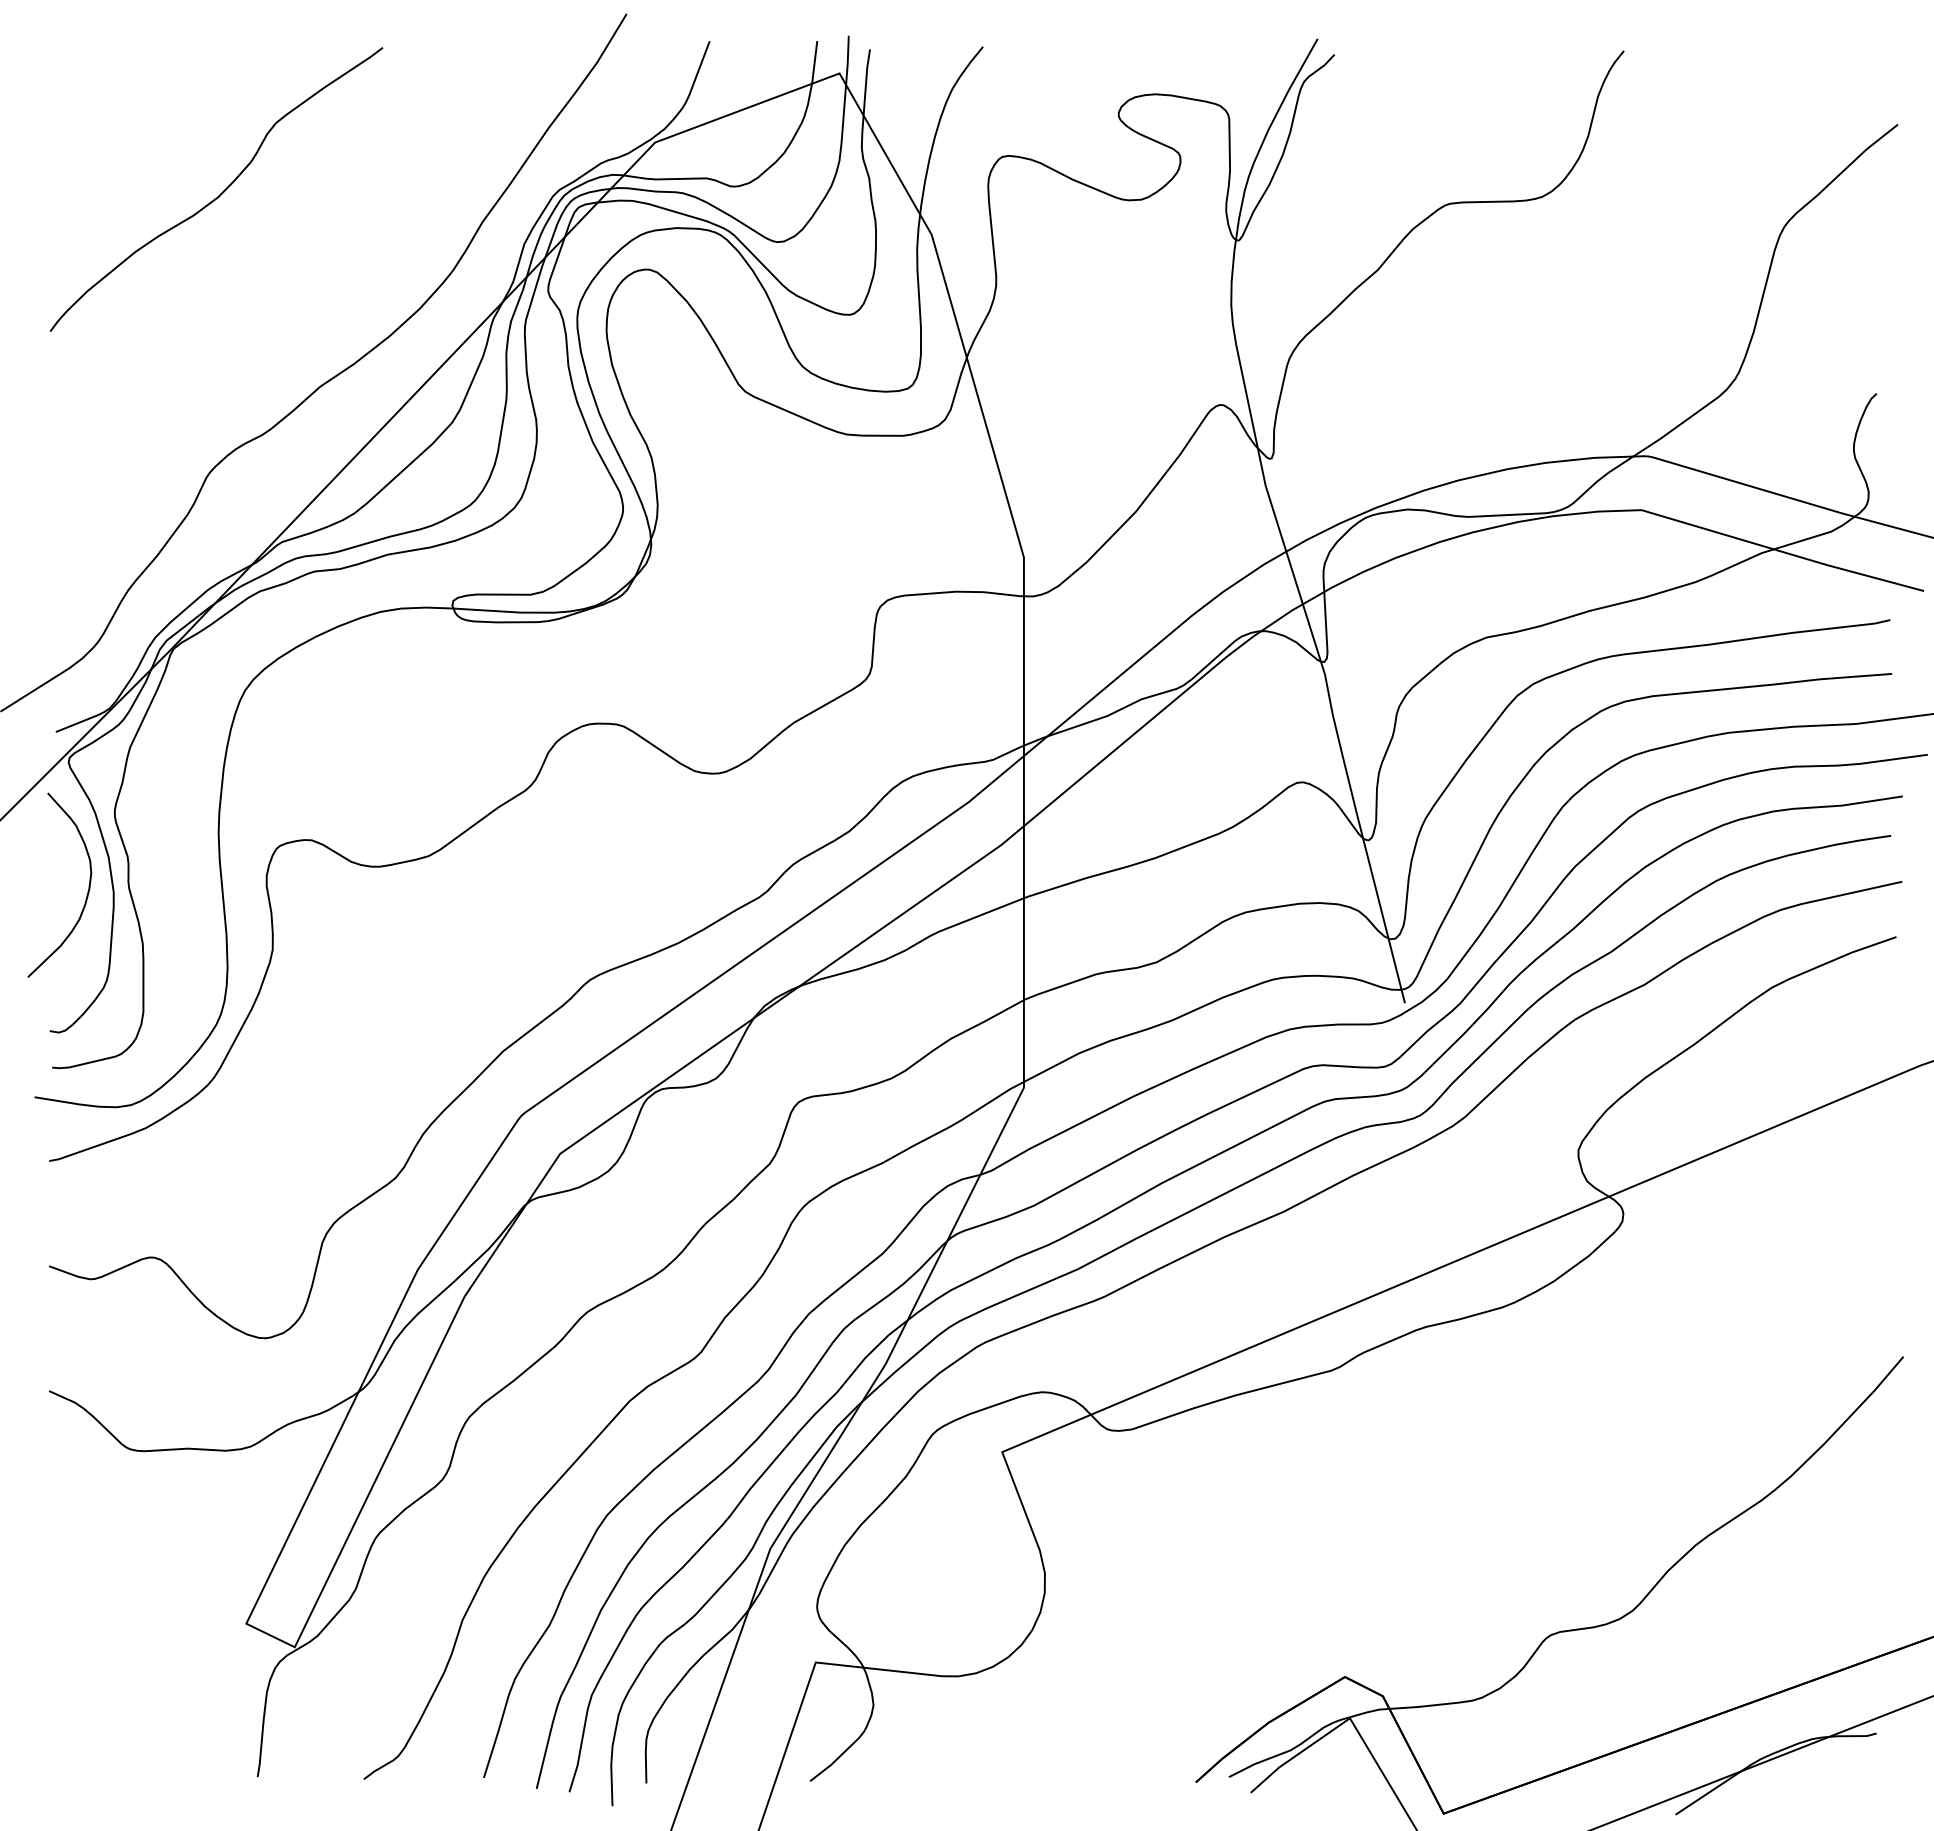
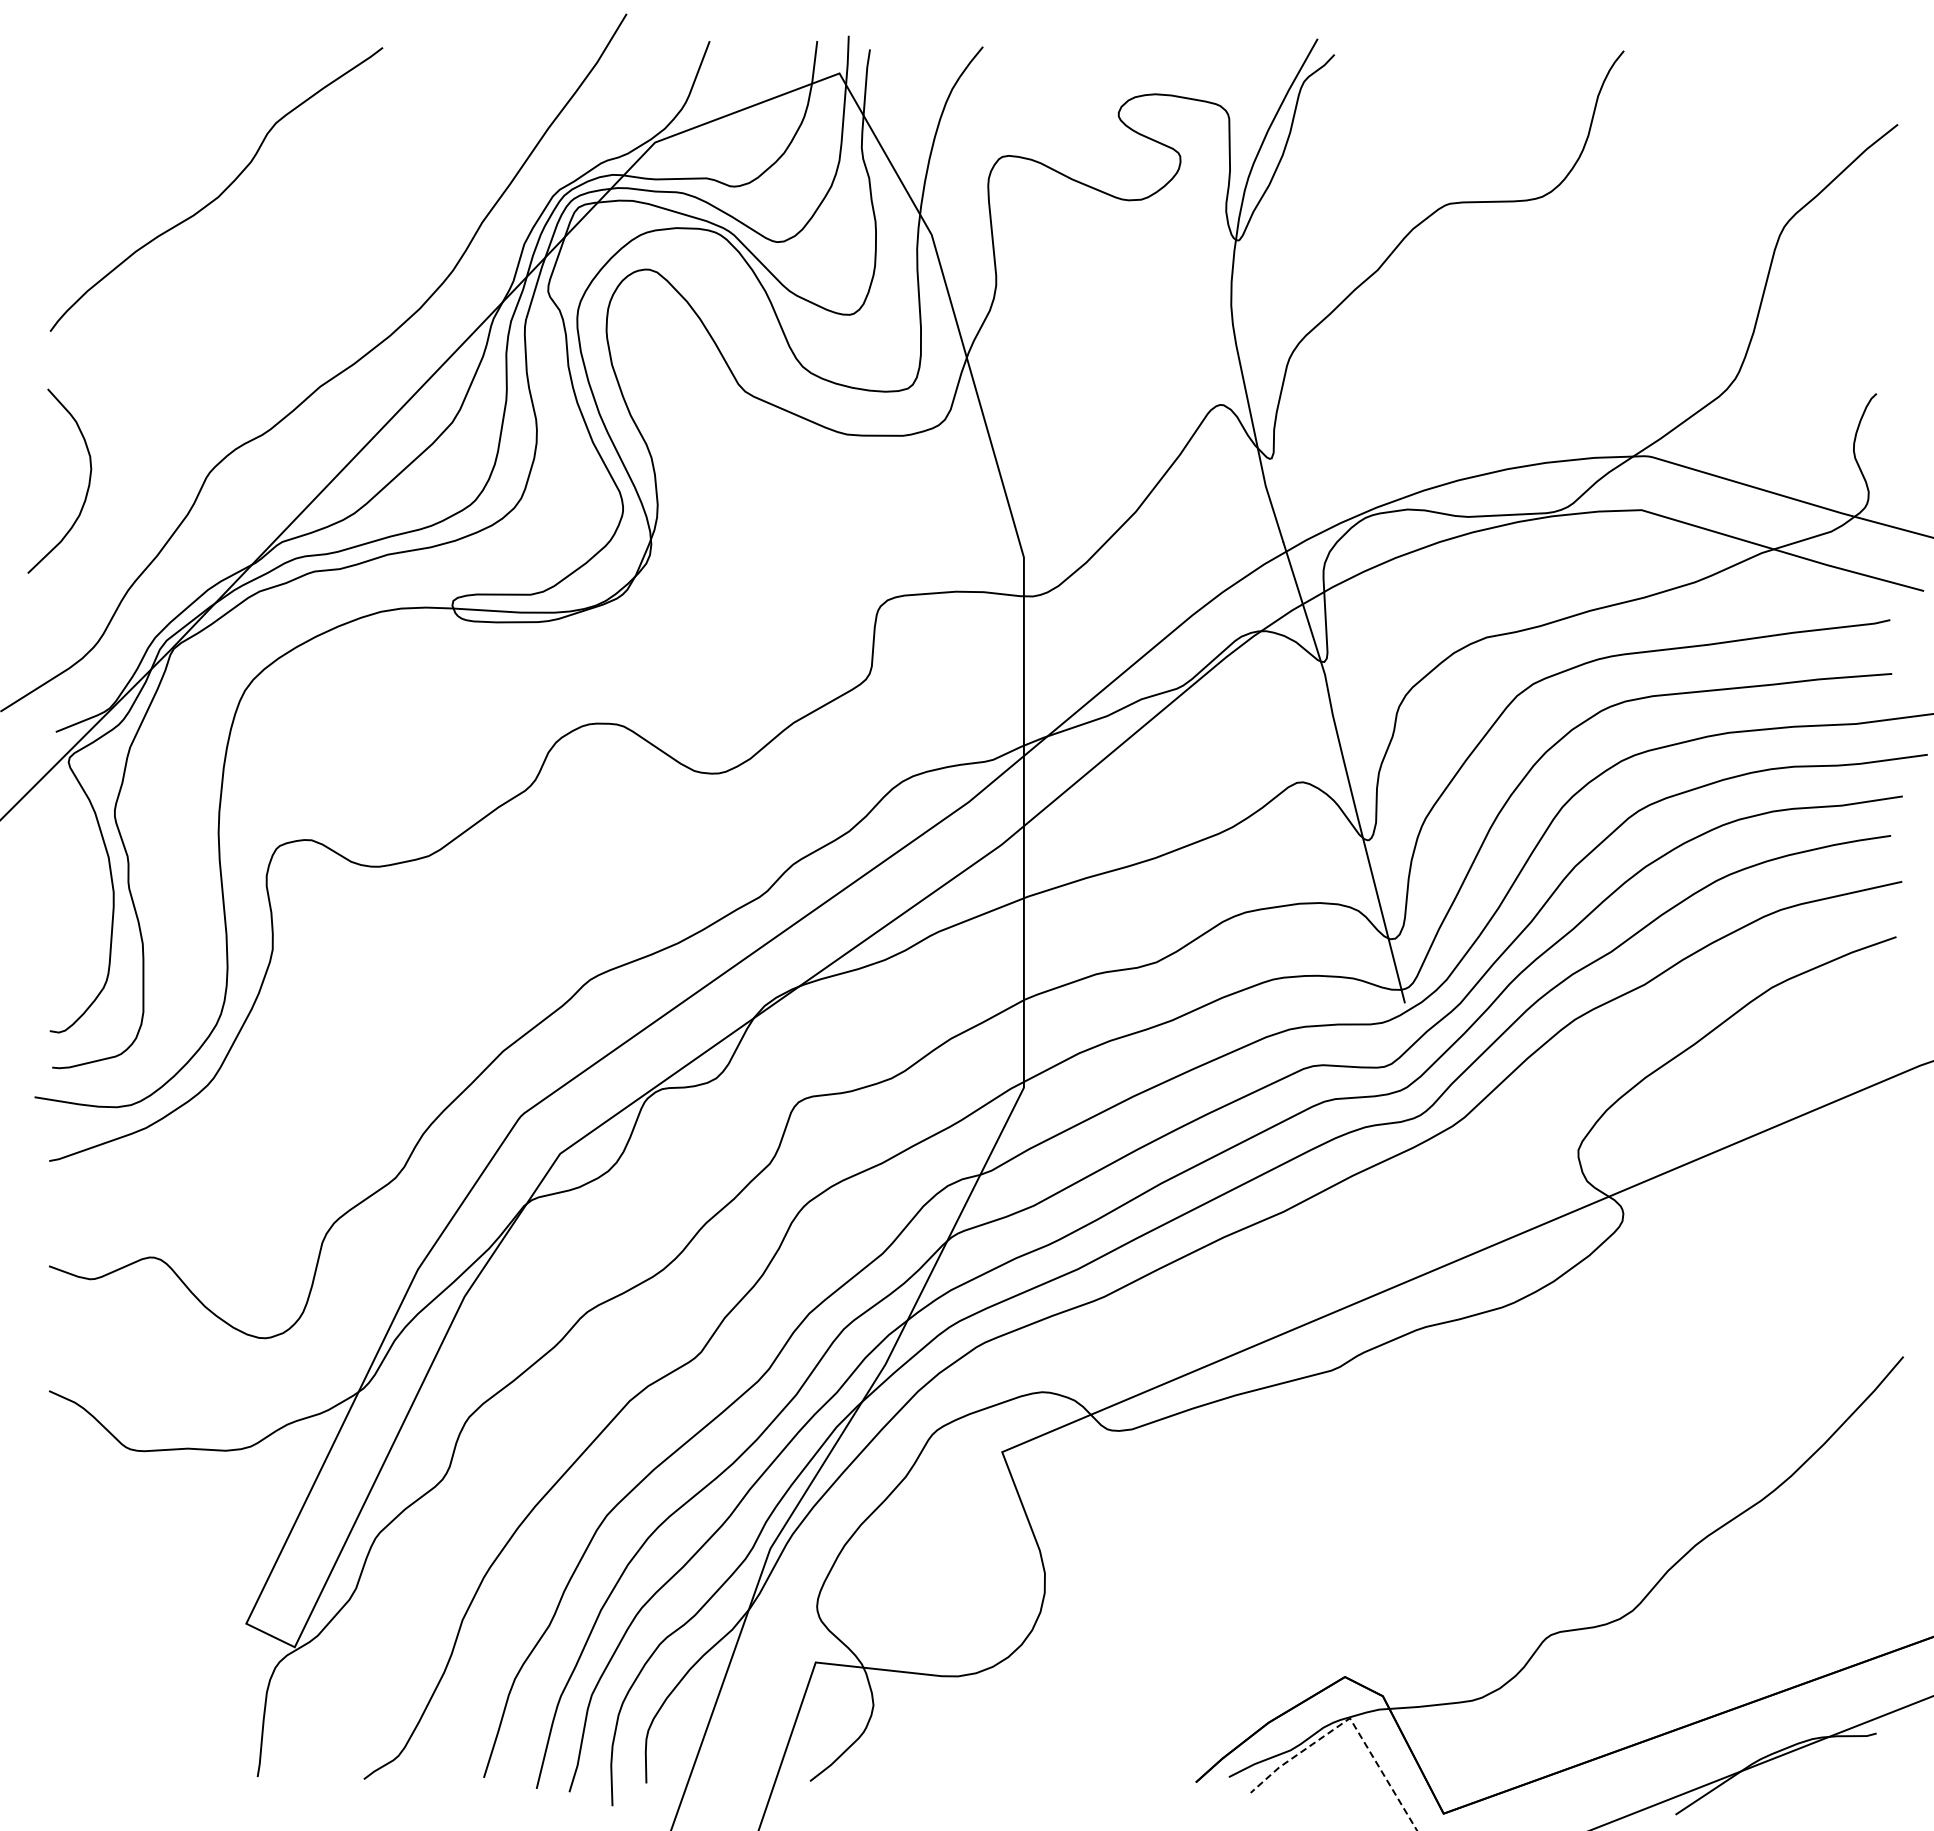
curve at (87, 891) position: (87, 891) -> (87, 487)
line at (1350, 1719): solid -> dashed
